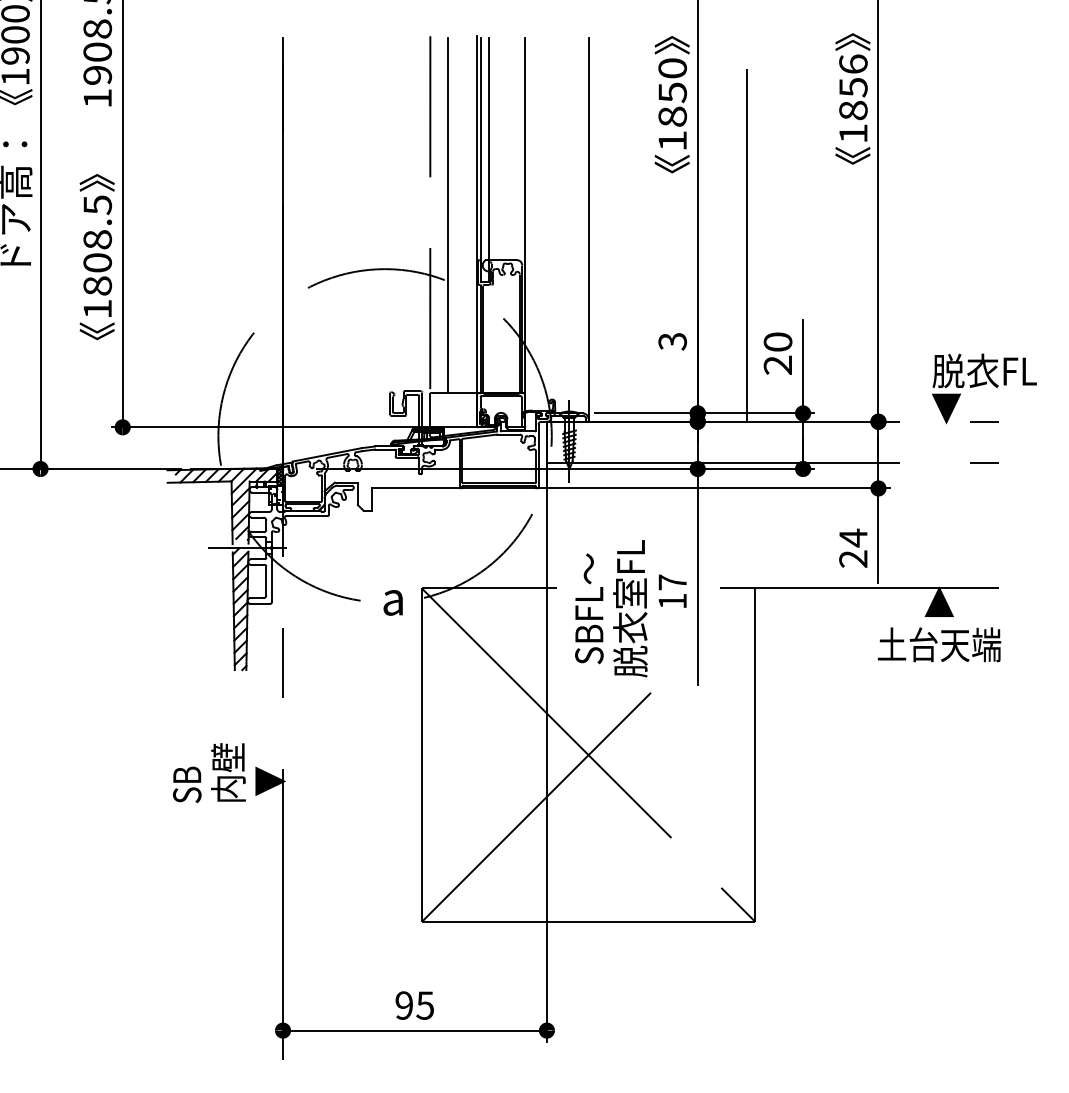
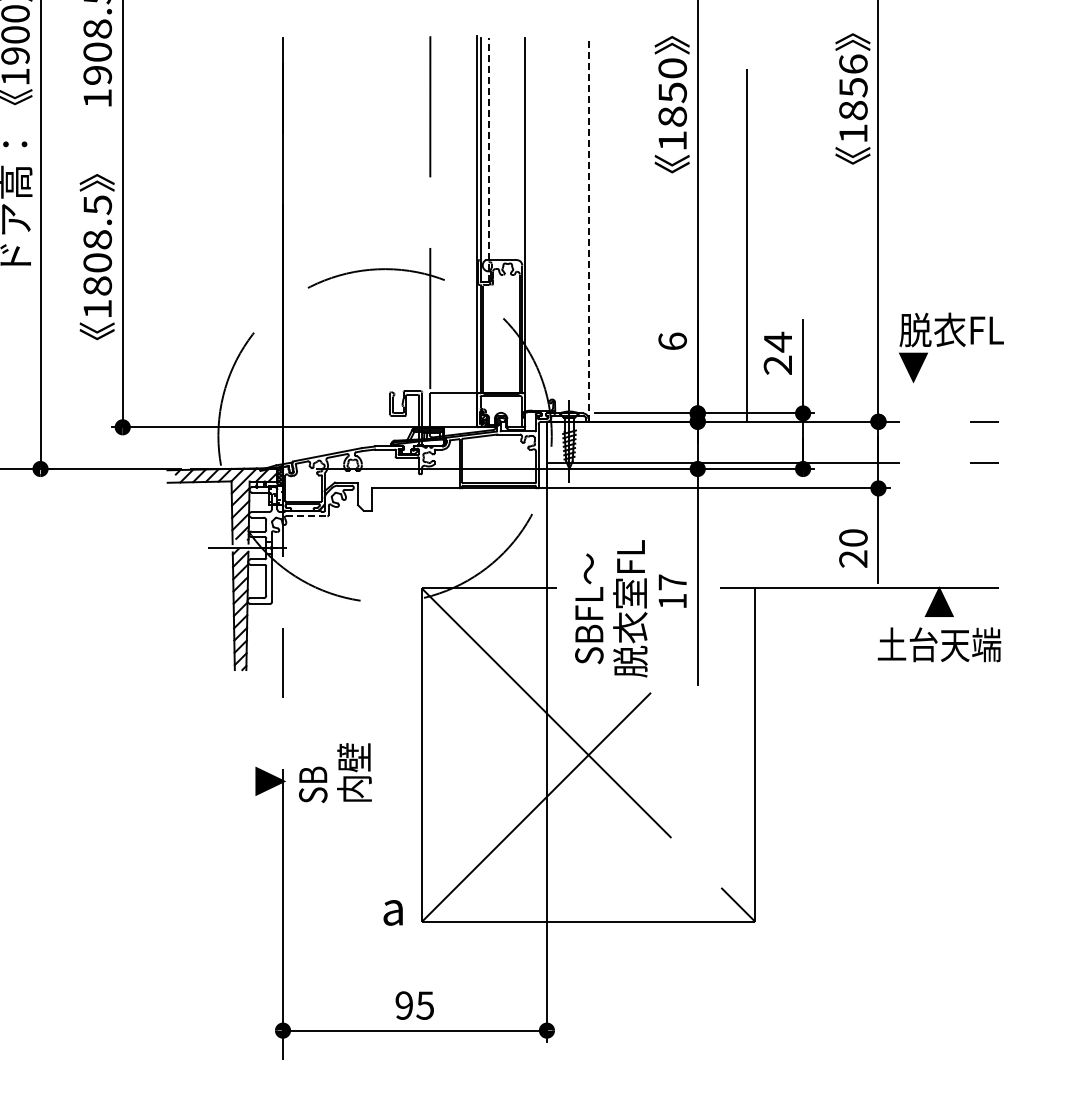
line at (488, 159): solid -> dashed
line at (448, 215): present -> none
line at (588, 229): solid -> dashed
text at (672, 341): 3 -> 6
text at (777, 341): 20 -> 24
text at (984, 388) position: (984, 388) -> (951, 347)
line at (306, 516): solid -> dashed
text at (853, 537): 24 -> 20
text at (392, 602) position: (392, 602) -> (392, 912)
text at (209, 773) position: (209, 773) -> (335, 773)
